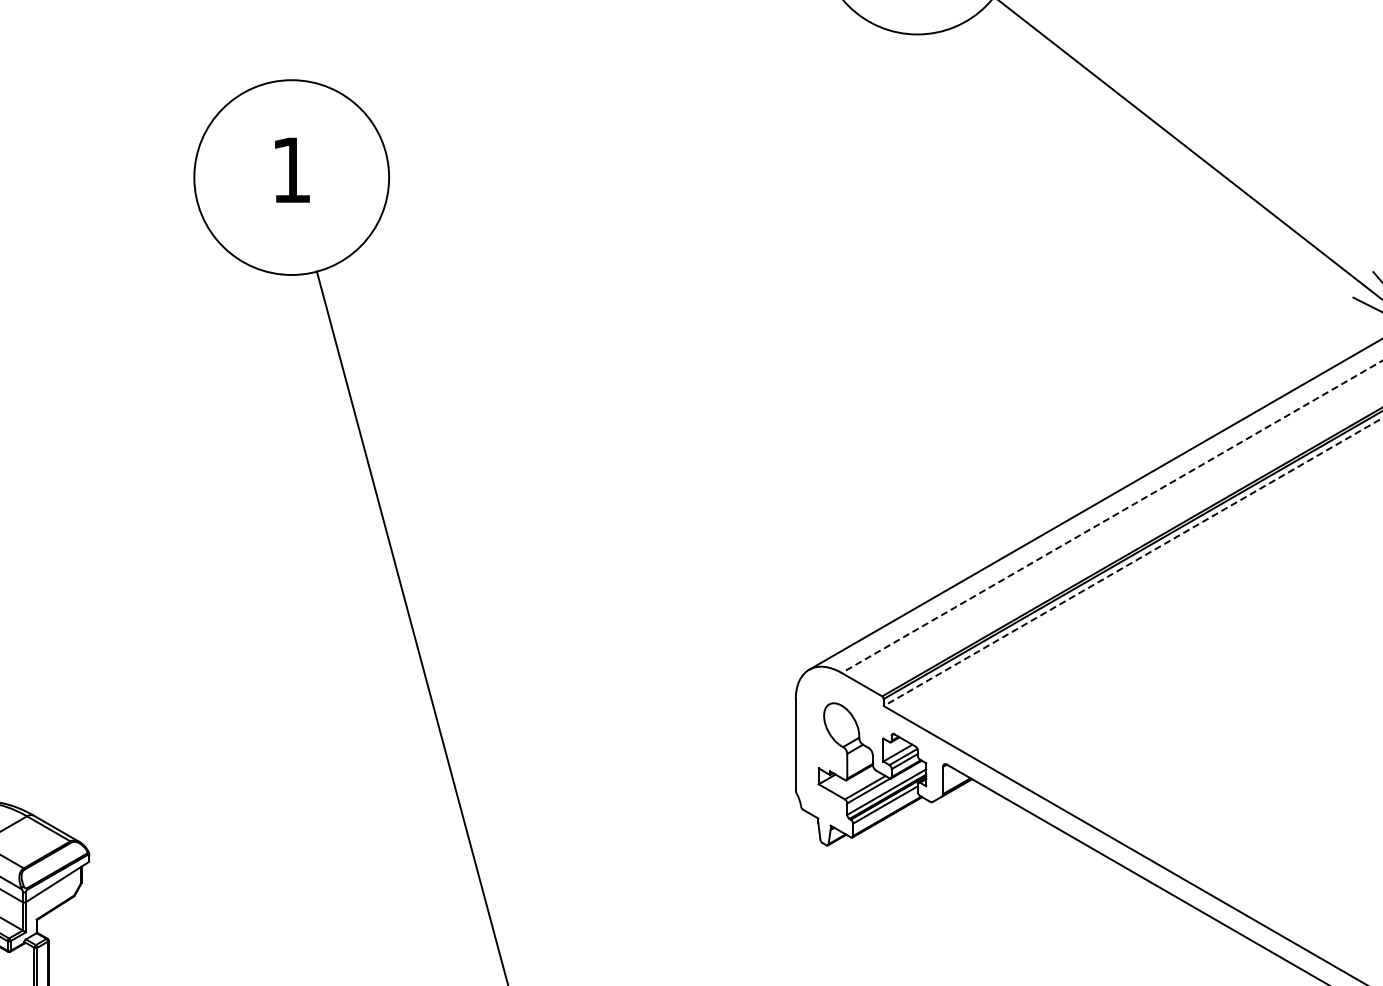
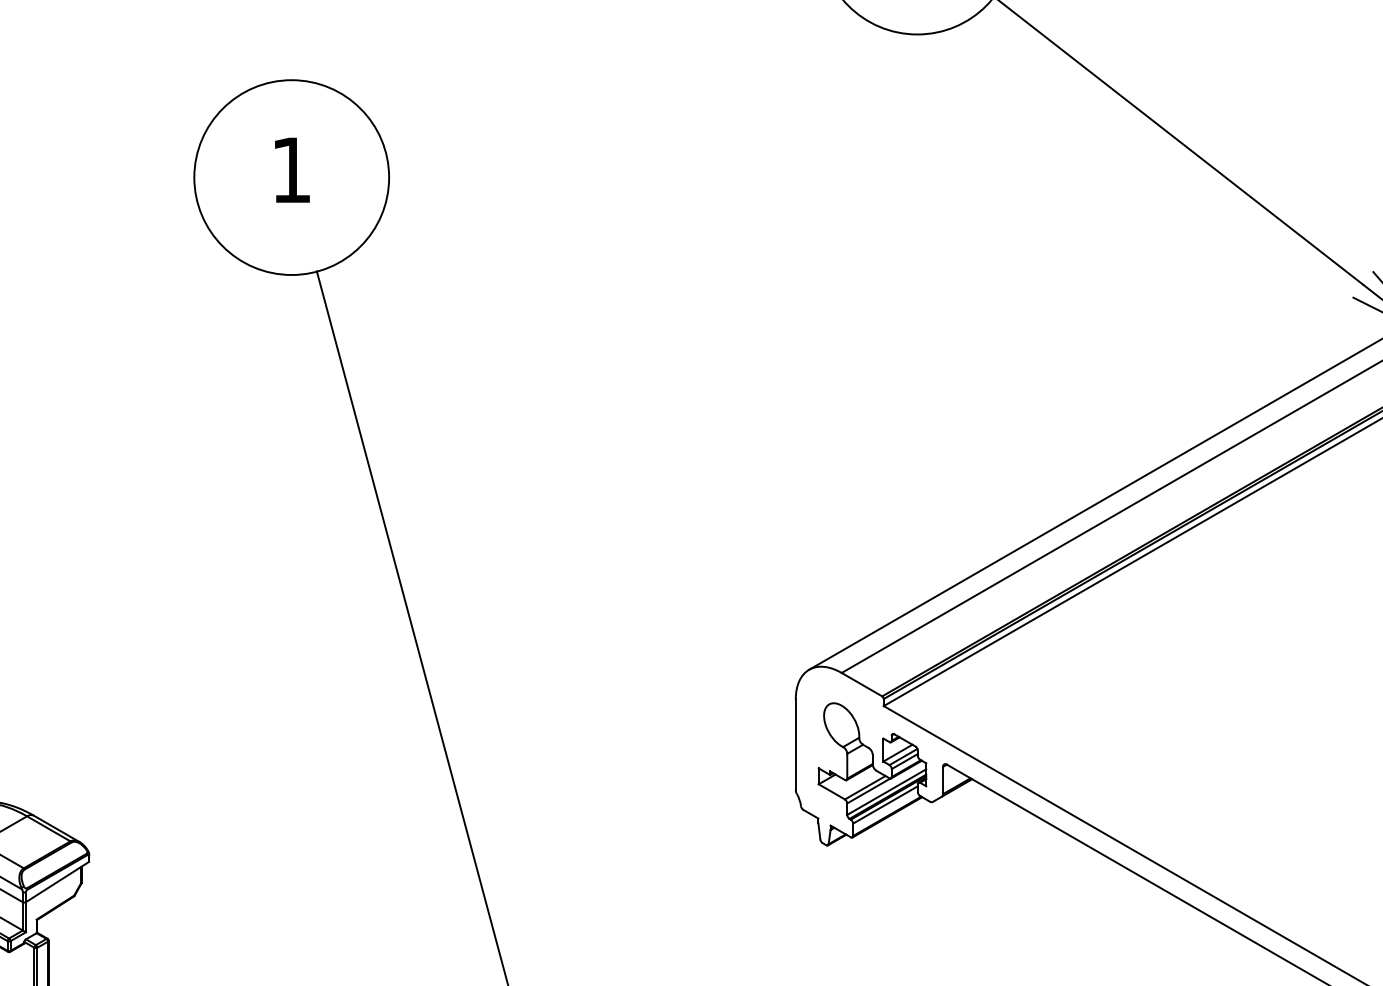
line at (1111, 516): dashed -> solid
line at (1133, 562): dashed -> solid
